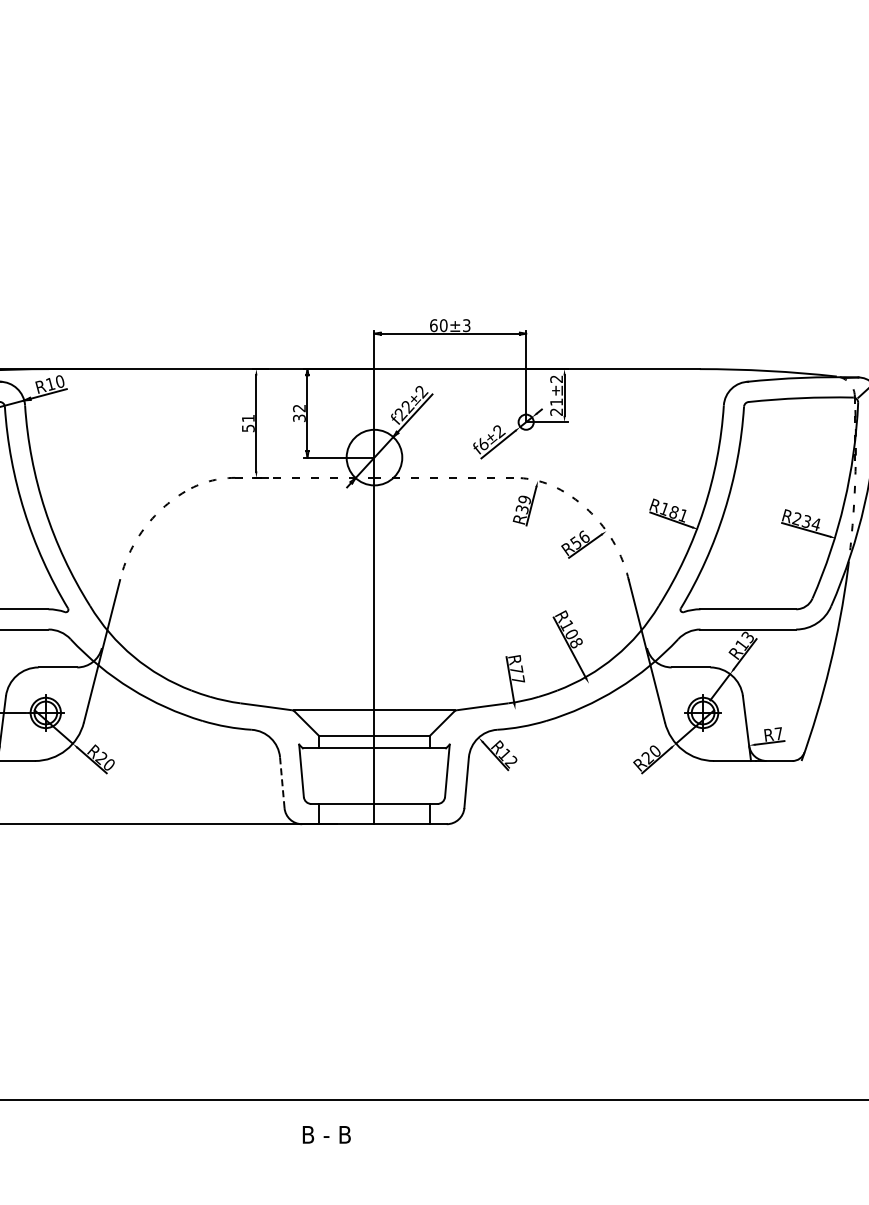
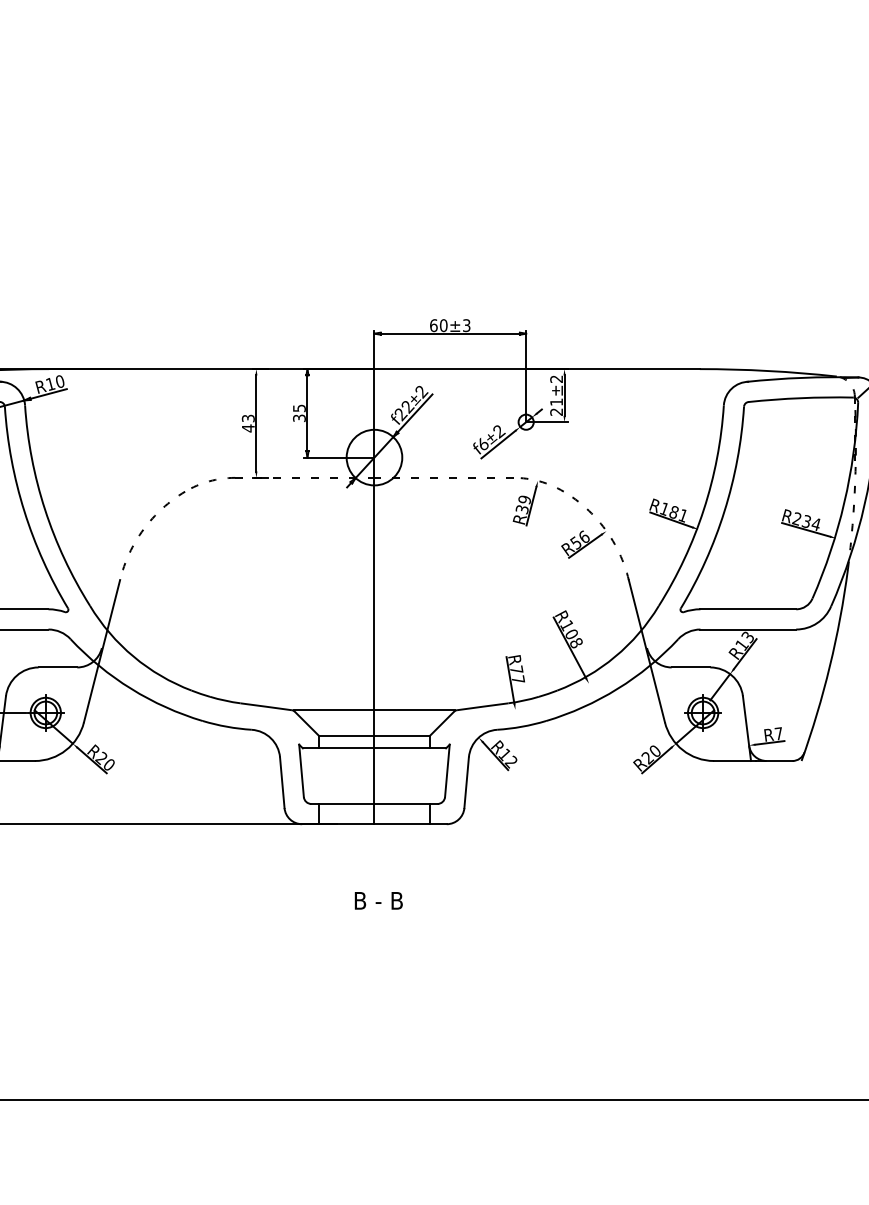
text at (299, 408): 32 -> 35
text at (247, 423): 51 -> 43
line at (282, 783): dashed -> solid
text at (326, 1134) position: (326, 1134) -> (378, 900)
